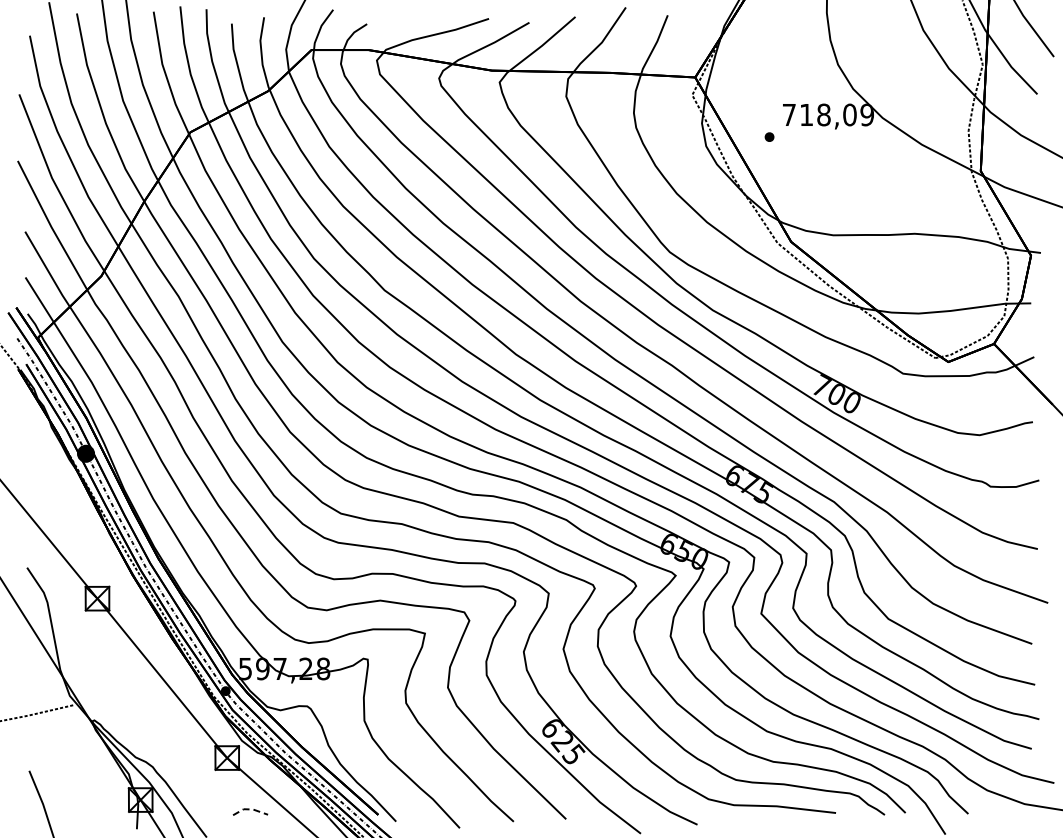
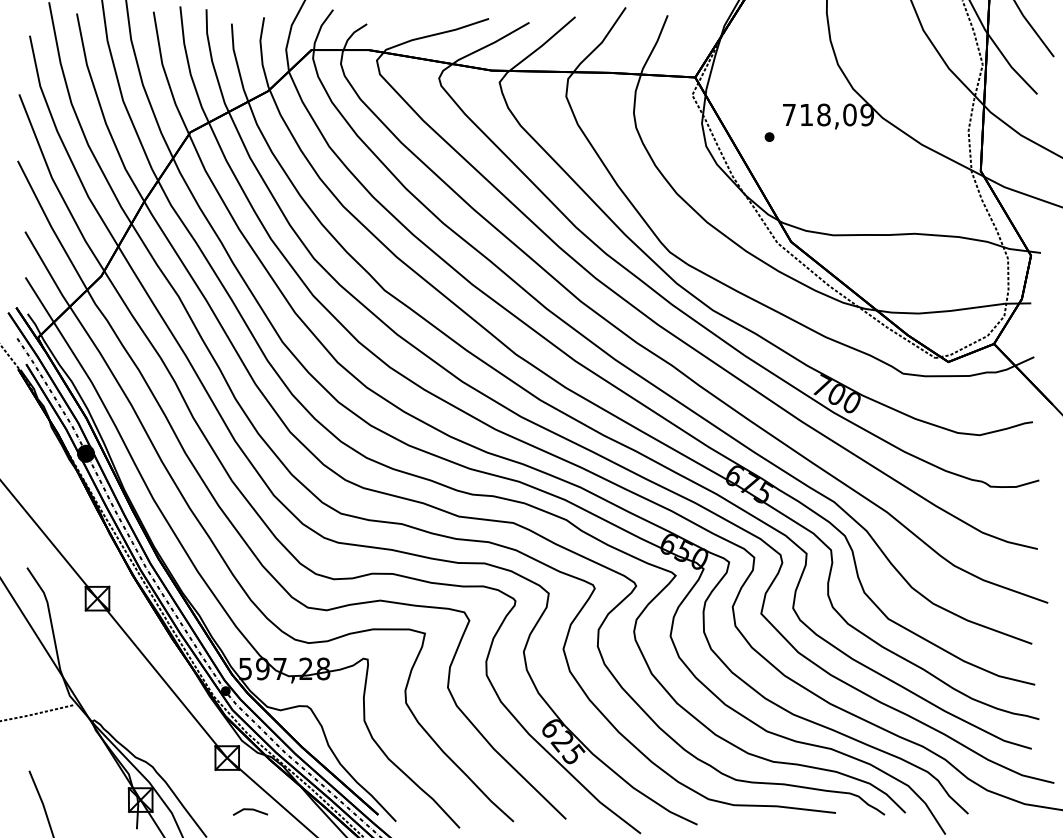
line at (250, 809): dashed -> solid
